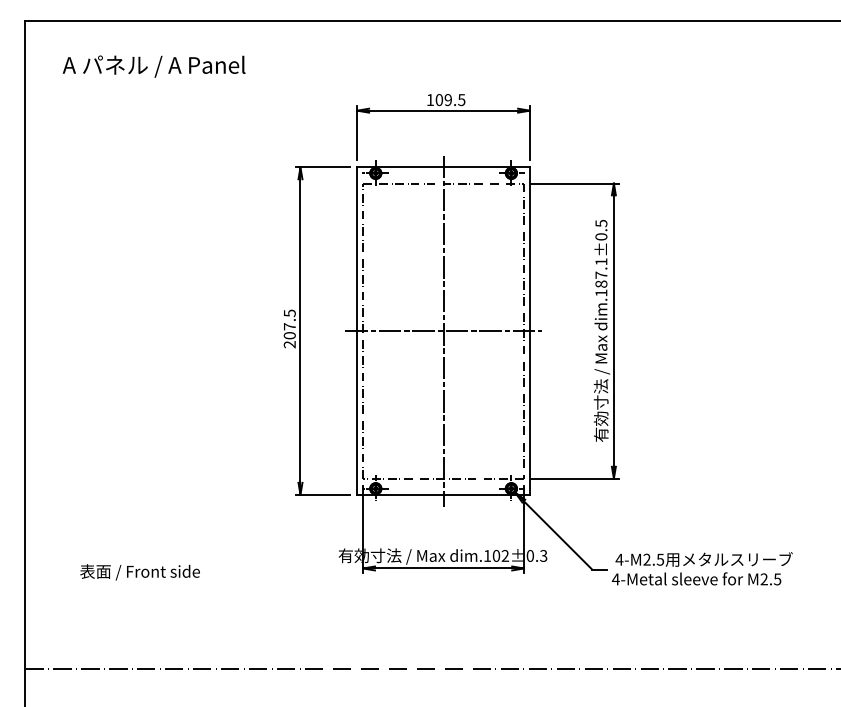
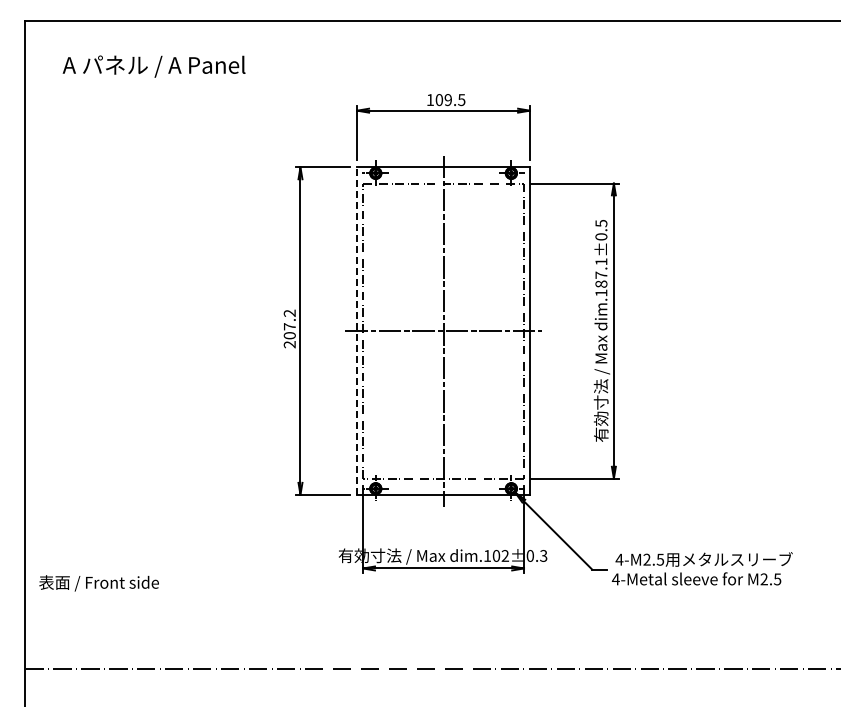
text at (289, 313): 207.5 -> 207.2
line at (357, 331): solid -> dashed
text at (139, 572) position: (139, 572) -> (98, 583)
